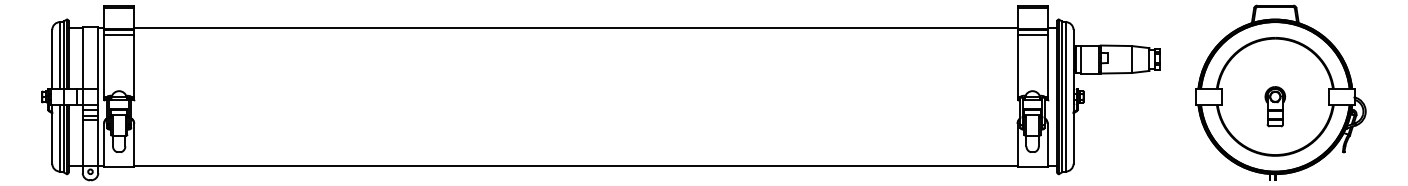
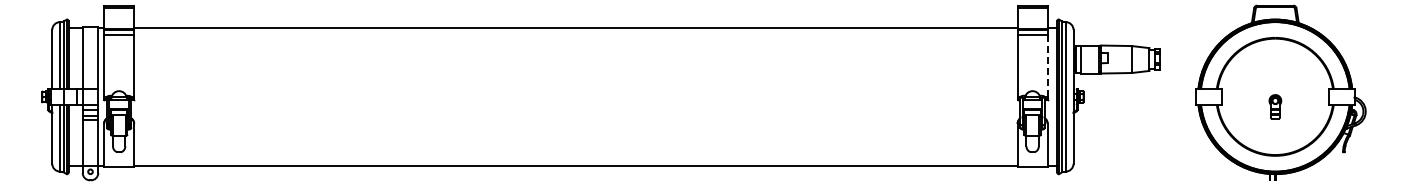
line at (1047, 66): solid -> dashed
part at (1275, 106) size: 23x42 px -> 15x26 px
